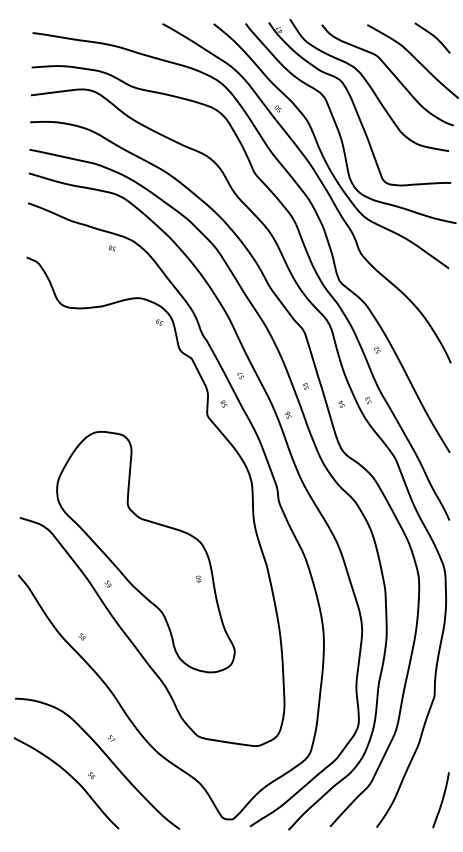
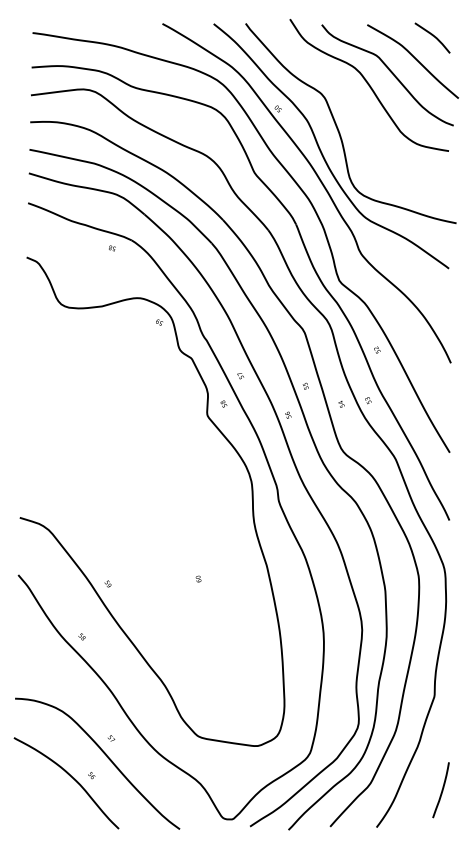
part at (359, 104): present -> none
part at (145, 551): present -> none
curve at (441, 800) position: (441, 800) -> (441, 790)
